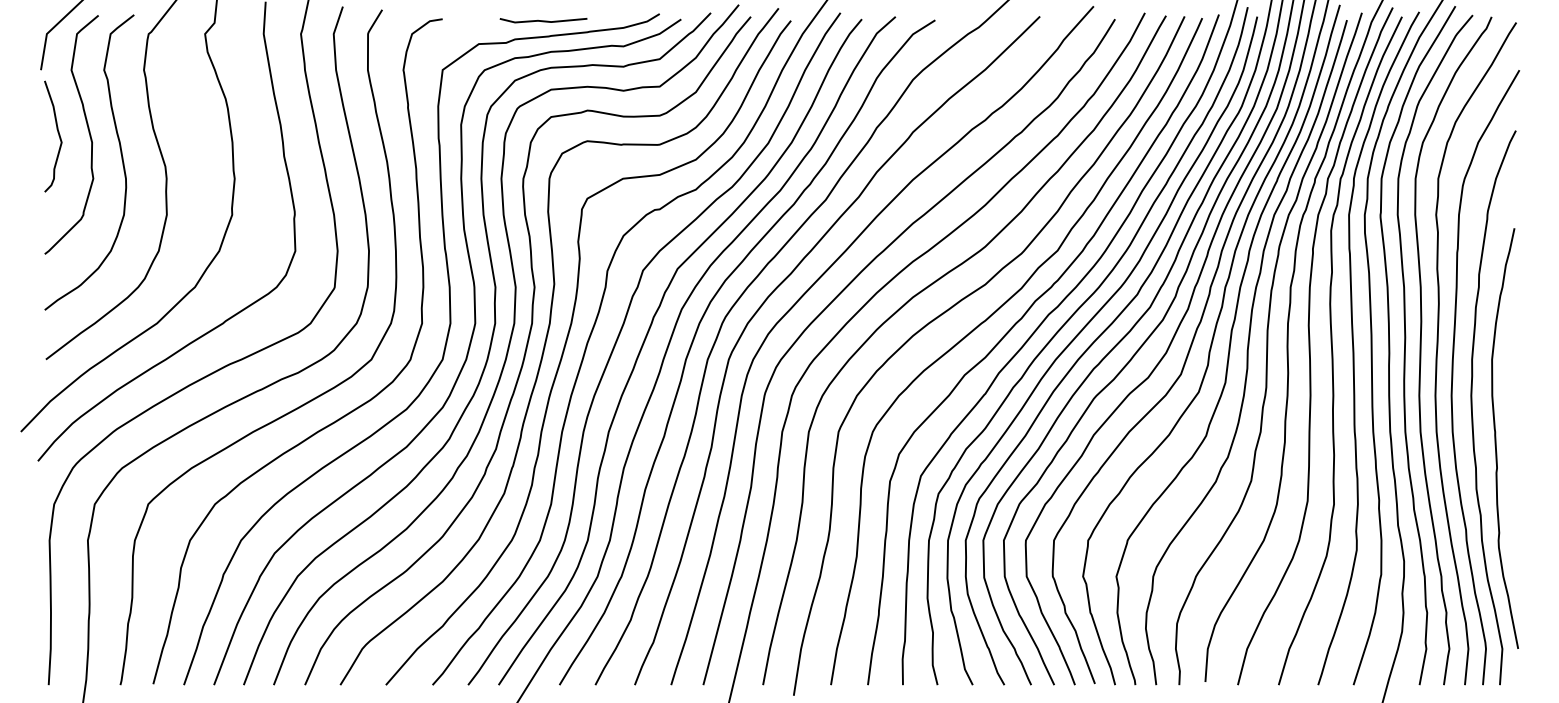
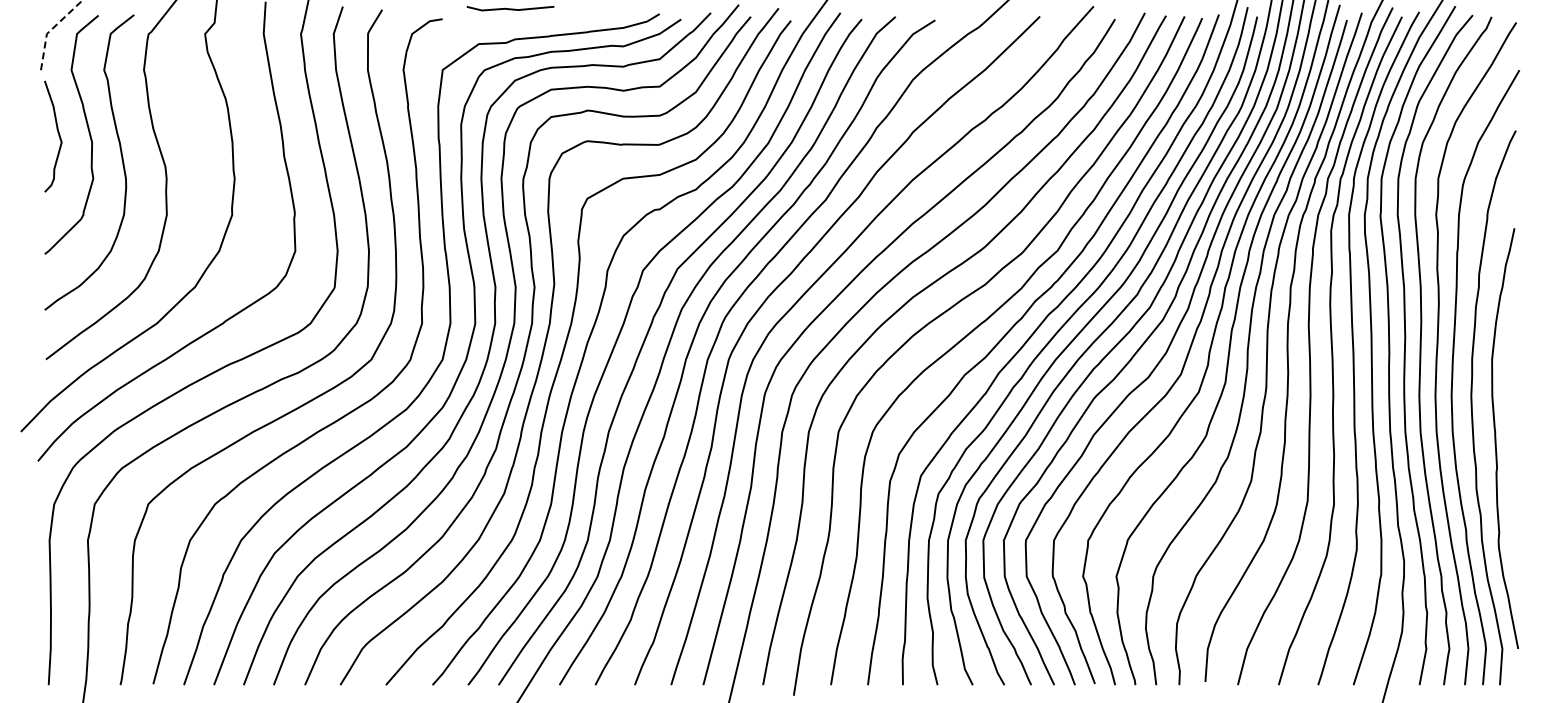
line at (543, 20) position: (543, 20) -> (510, 8)
line at (51, 29): solid -> dashed
